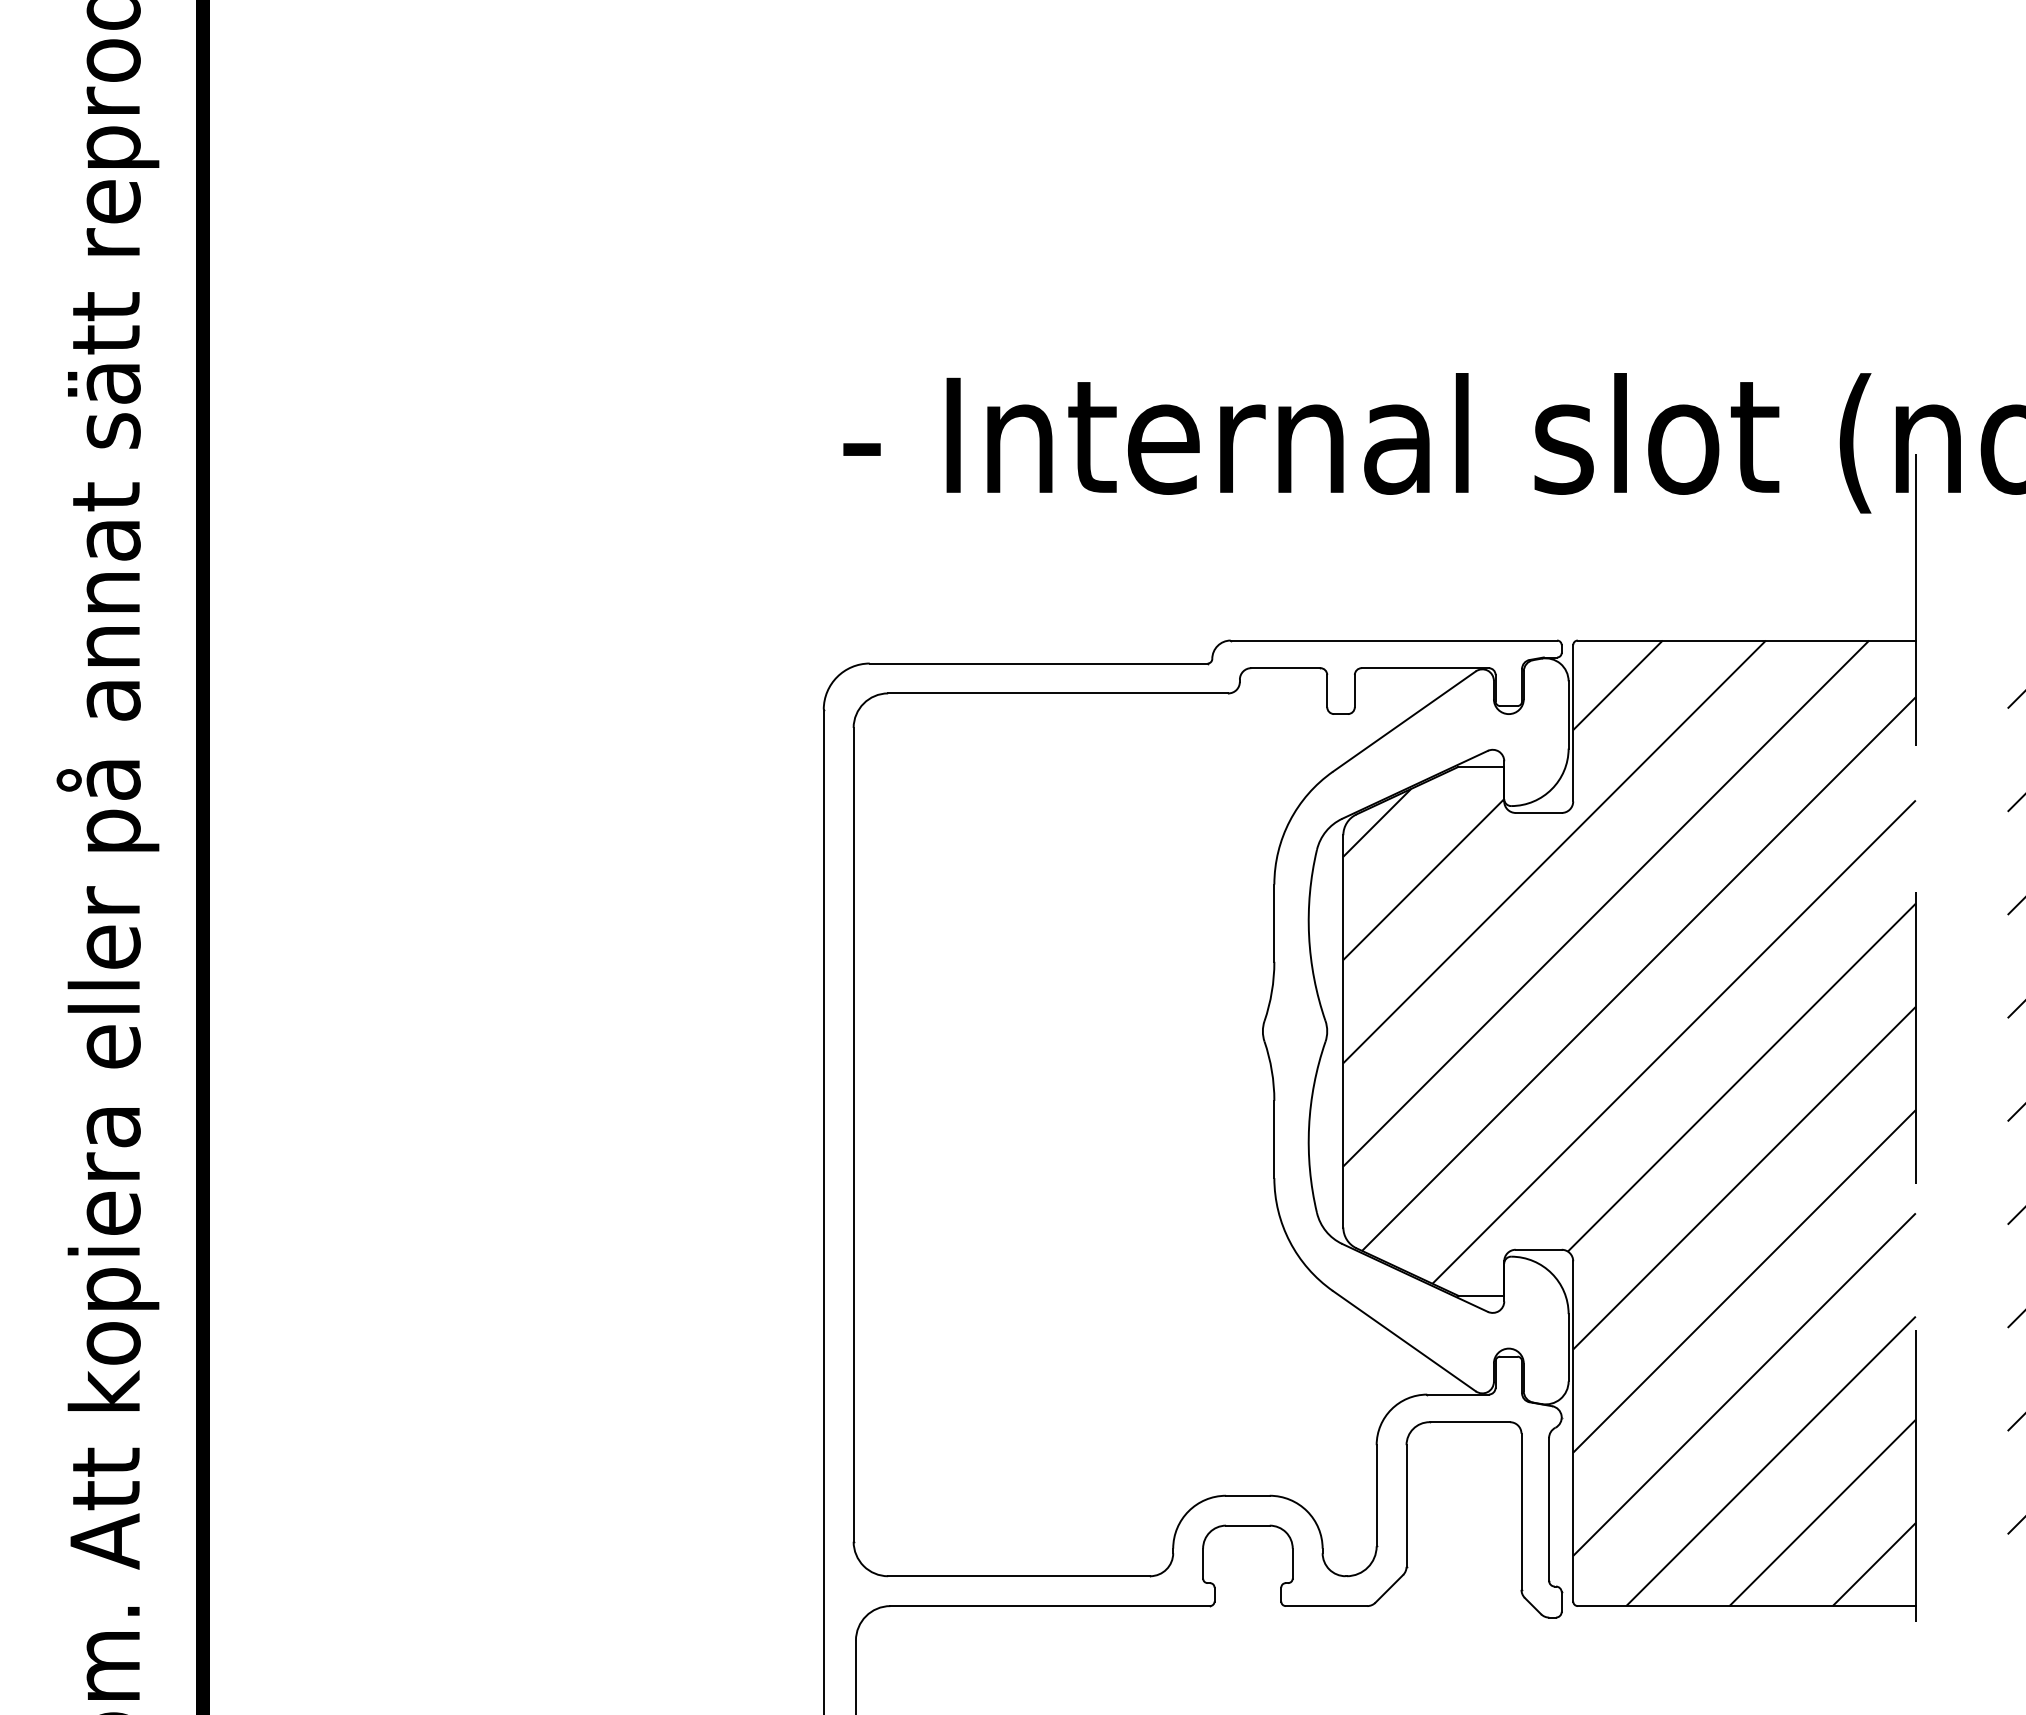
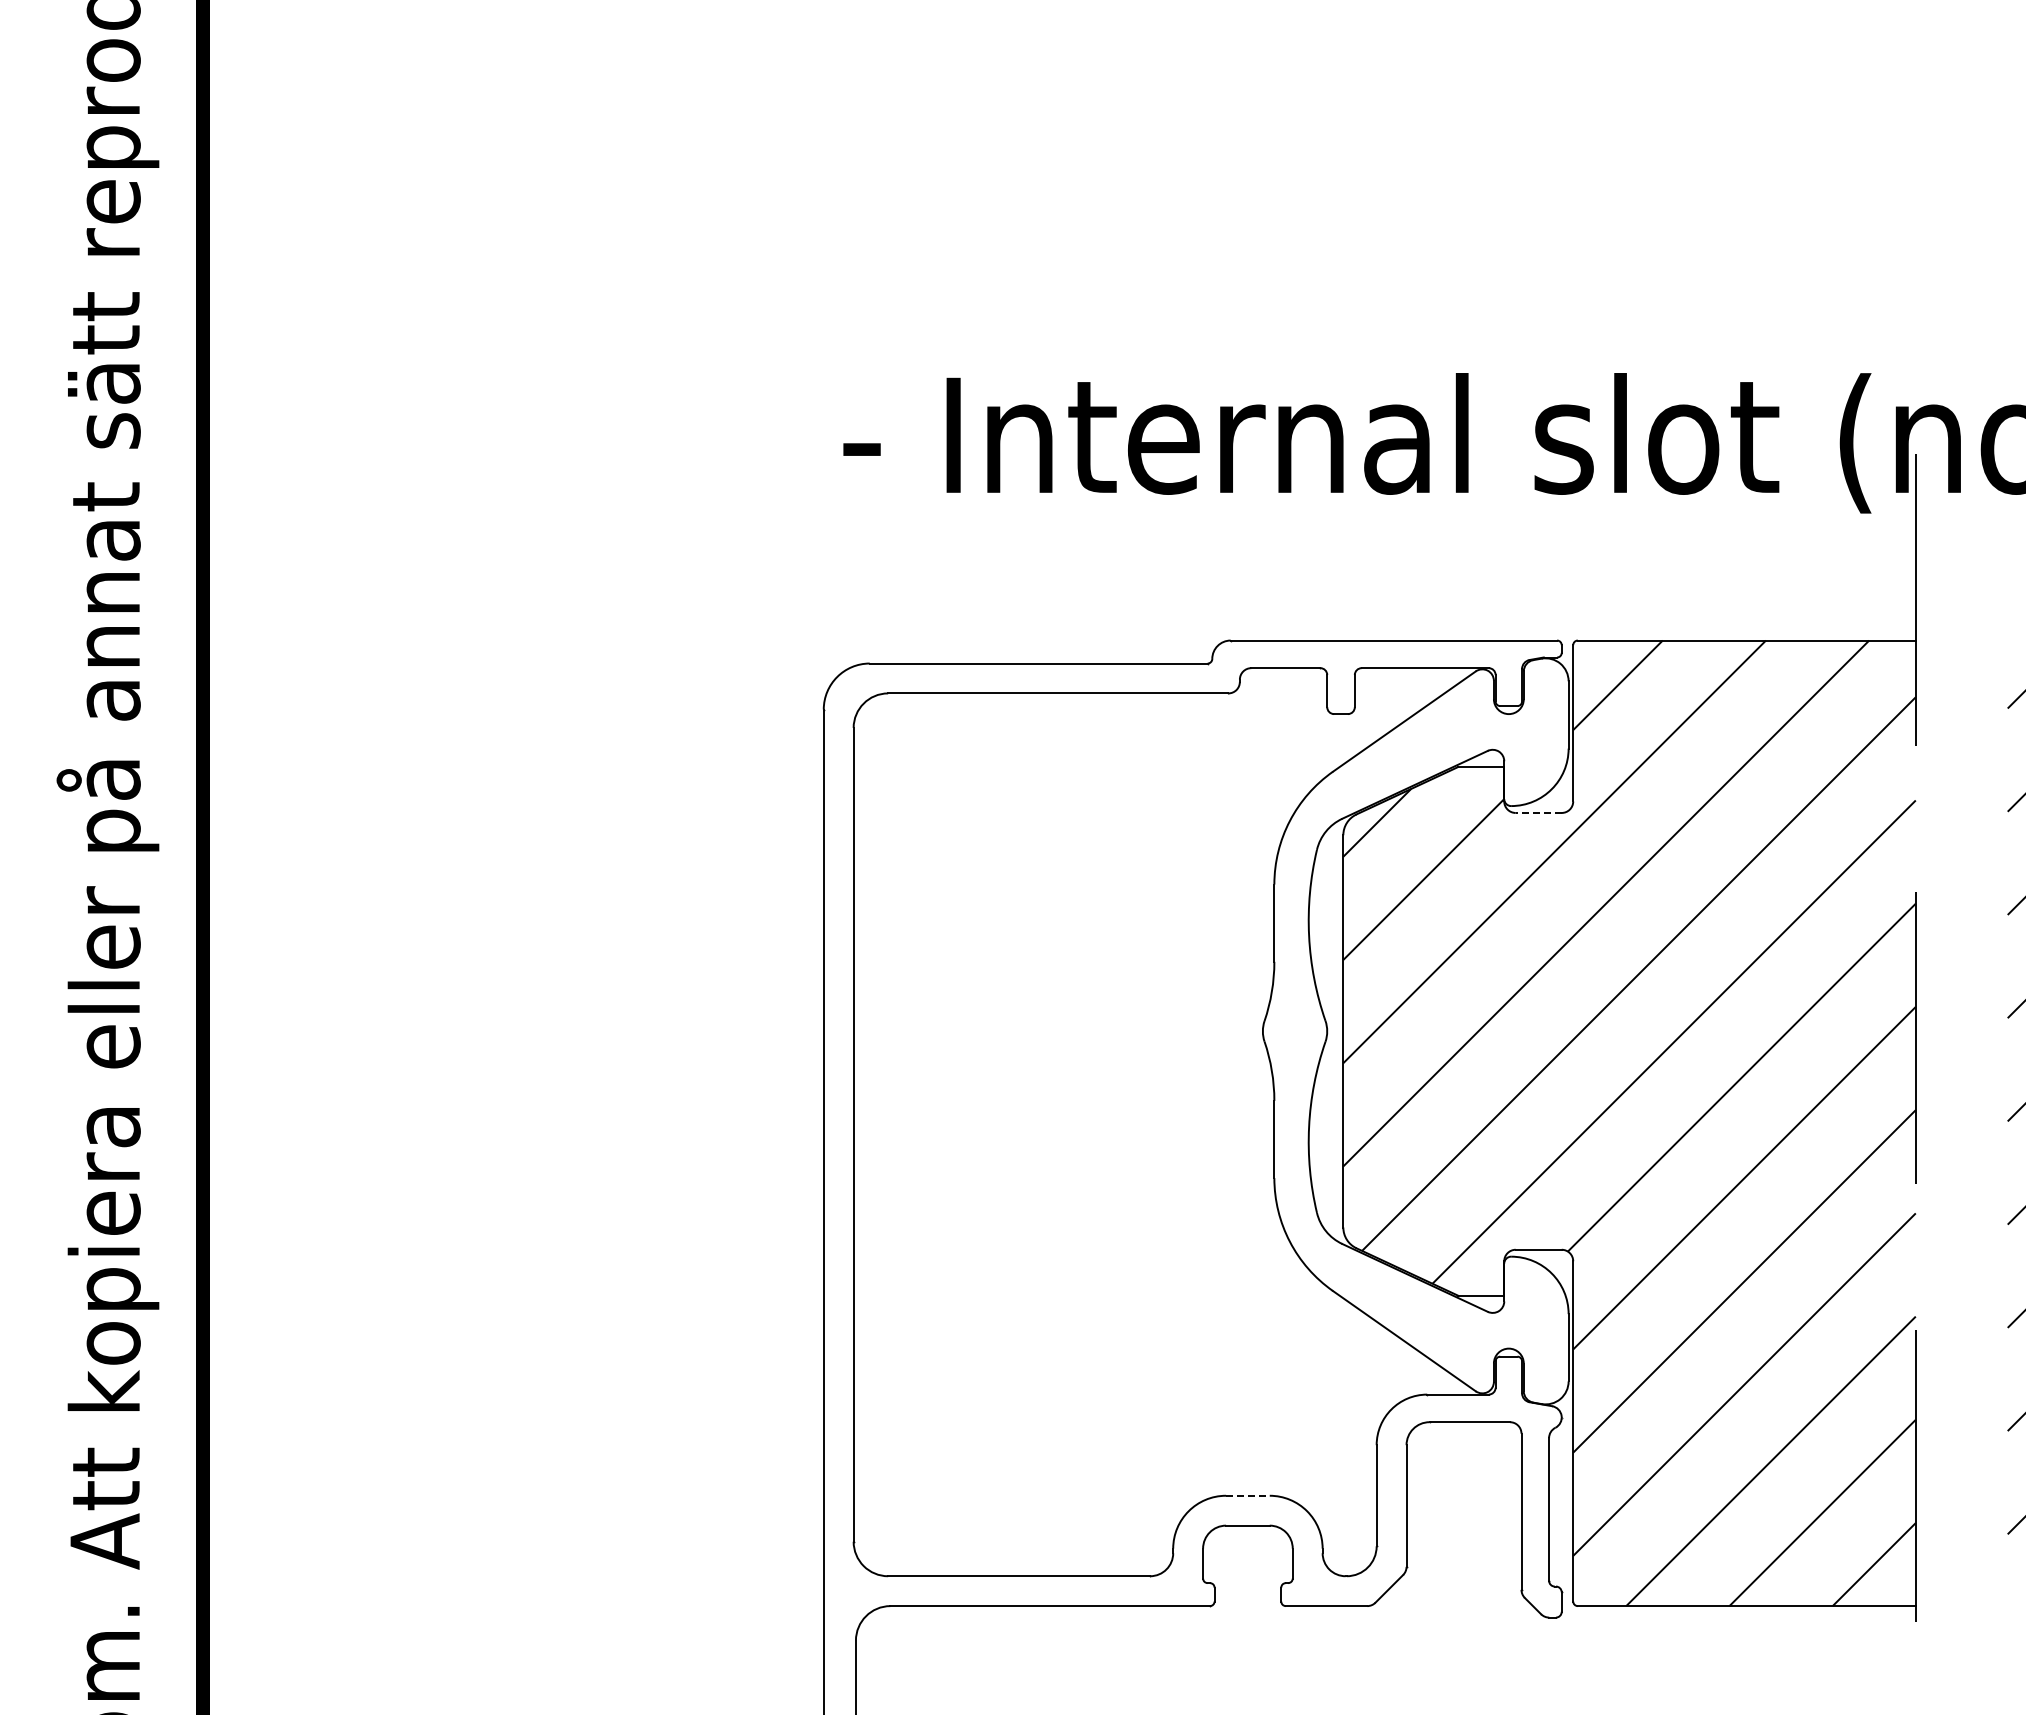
line at (1538, 812): solid -> dashed
line at (1247, 1495): solid -> dashed
